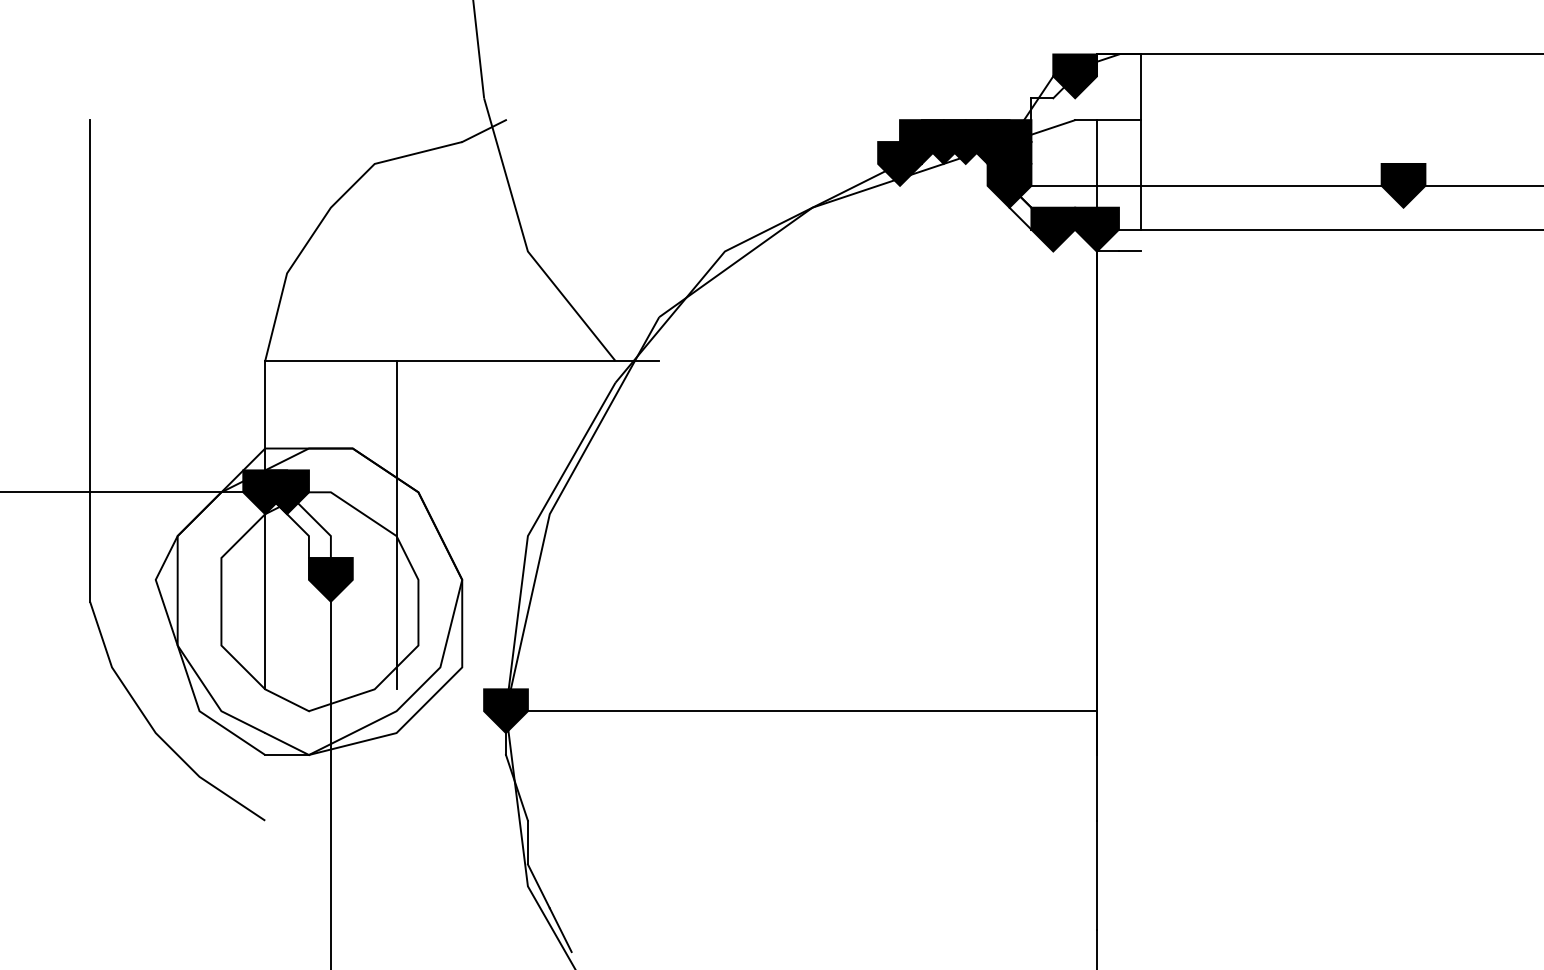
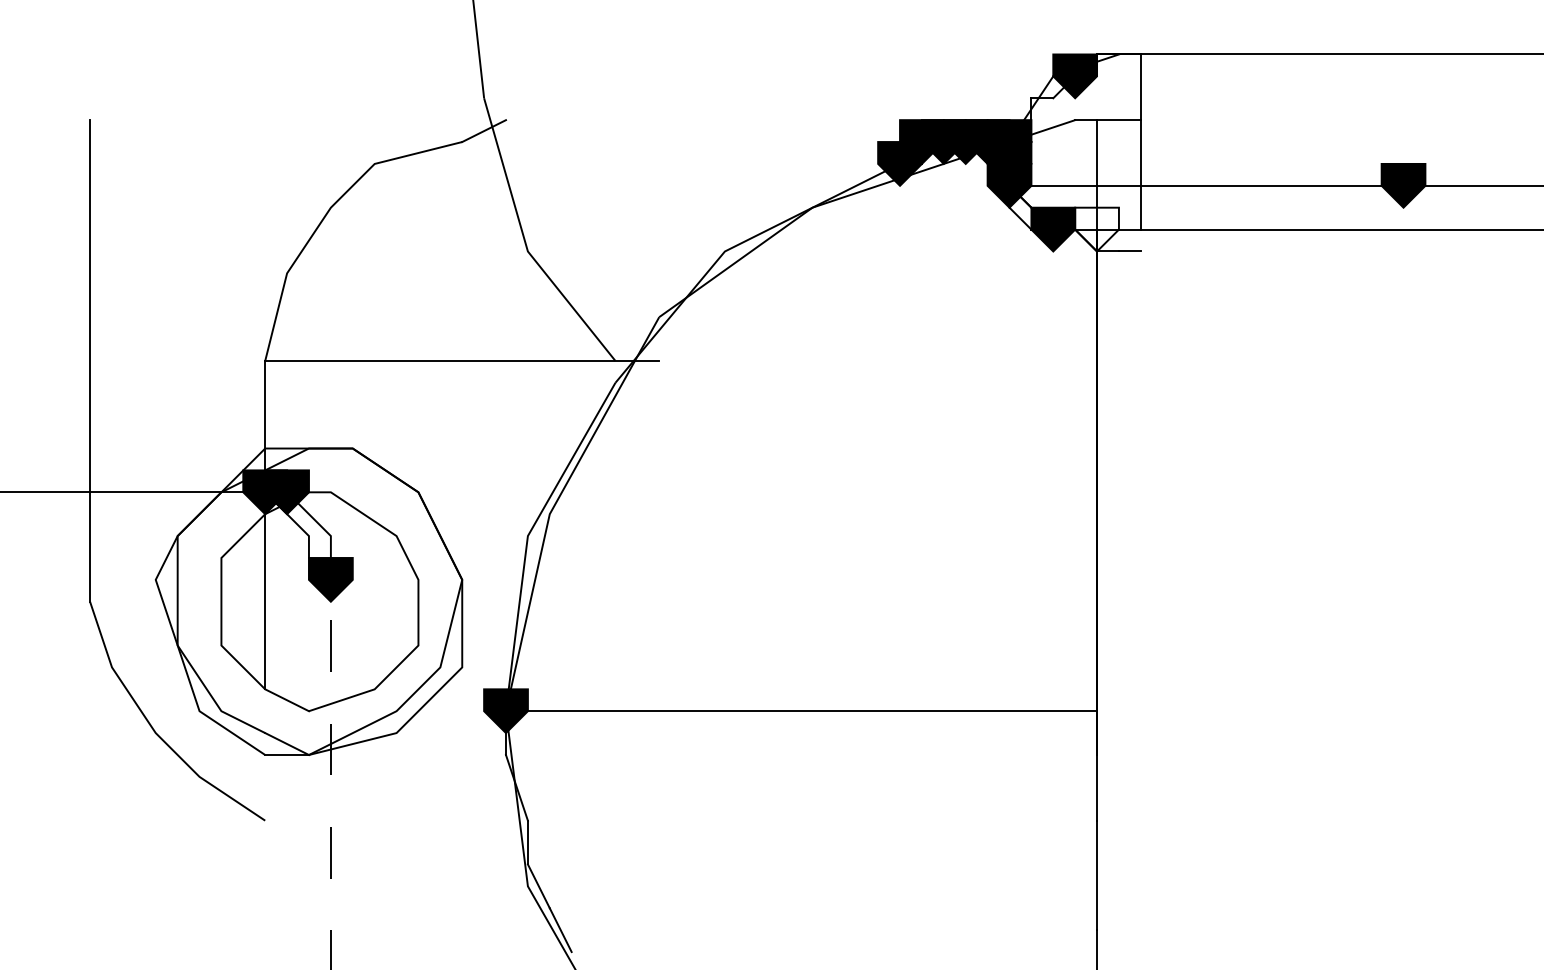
fill at (1096, 229): present -> none
line at (396, 524): present -> none
line at (330, 774): solid -> dashed
